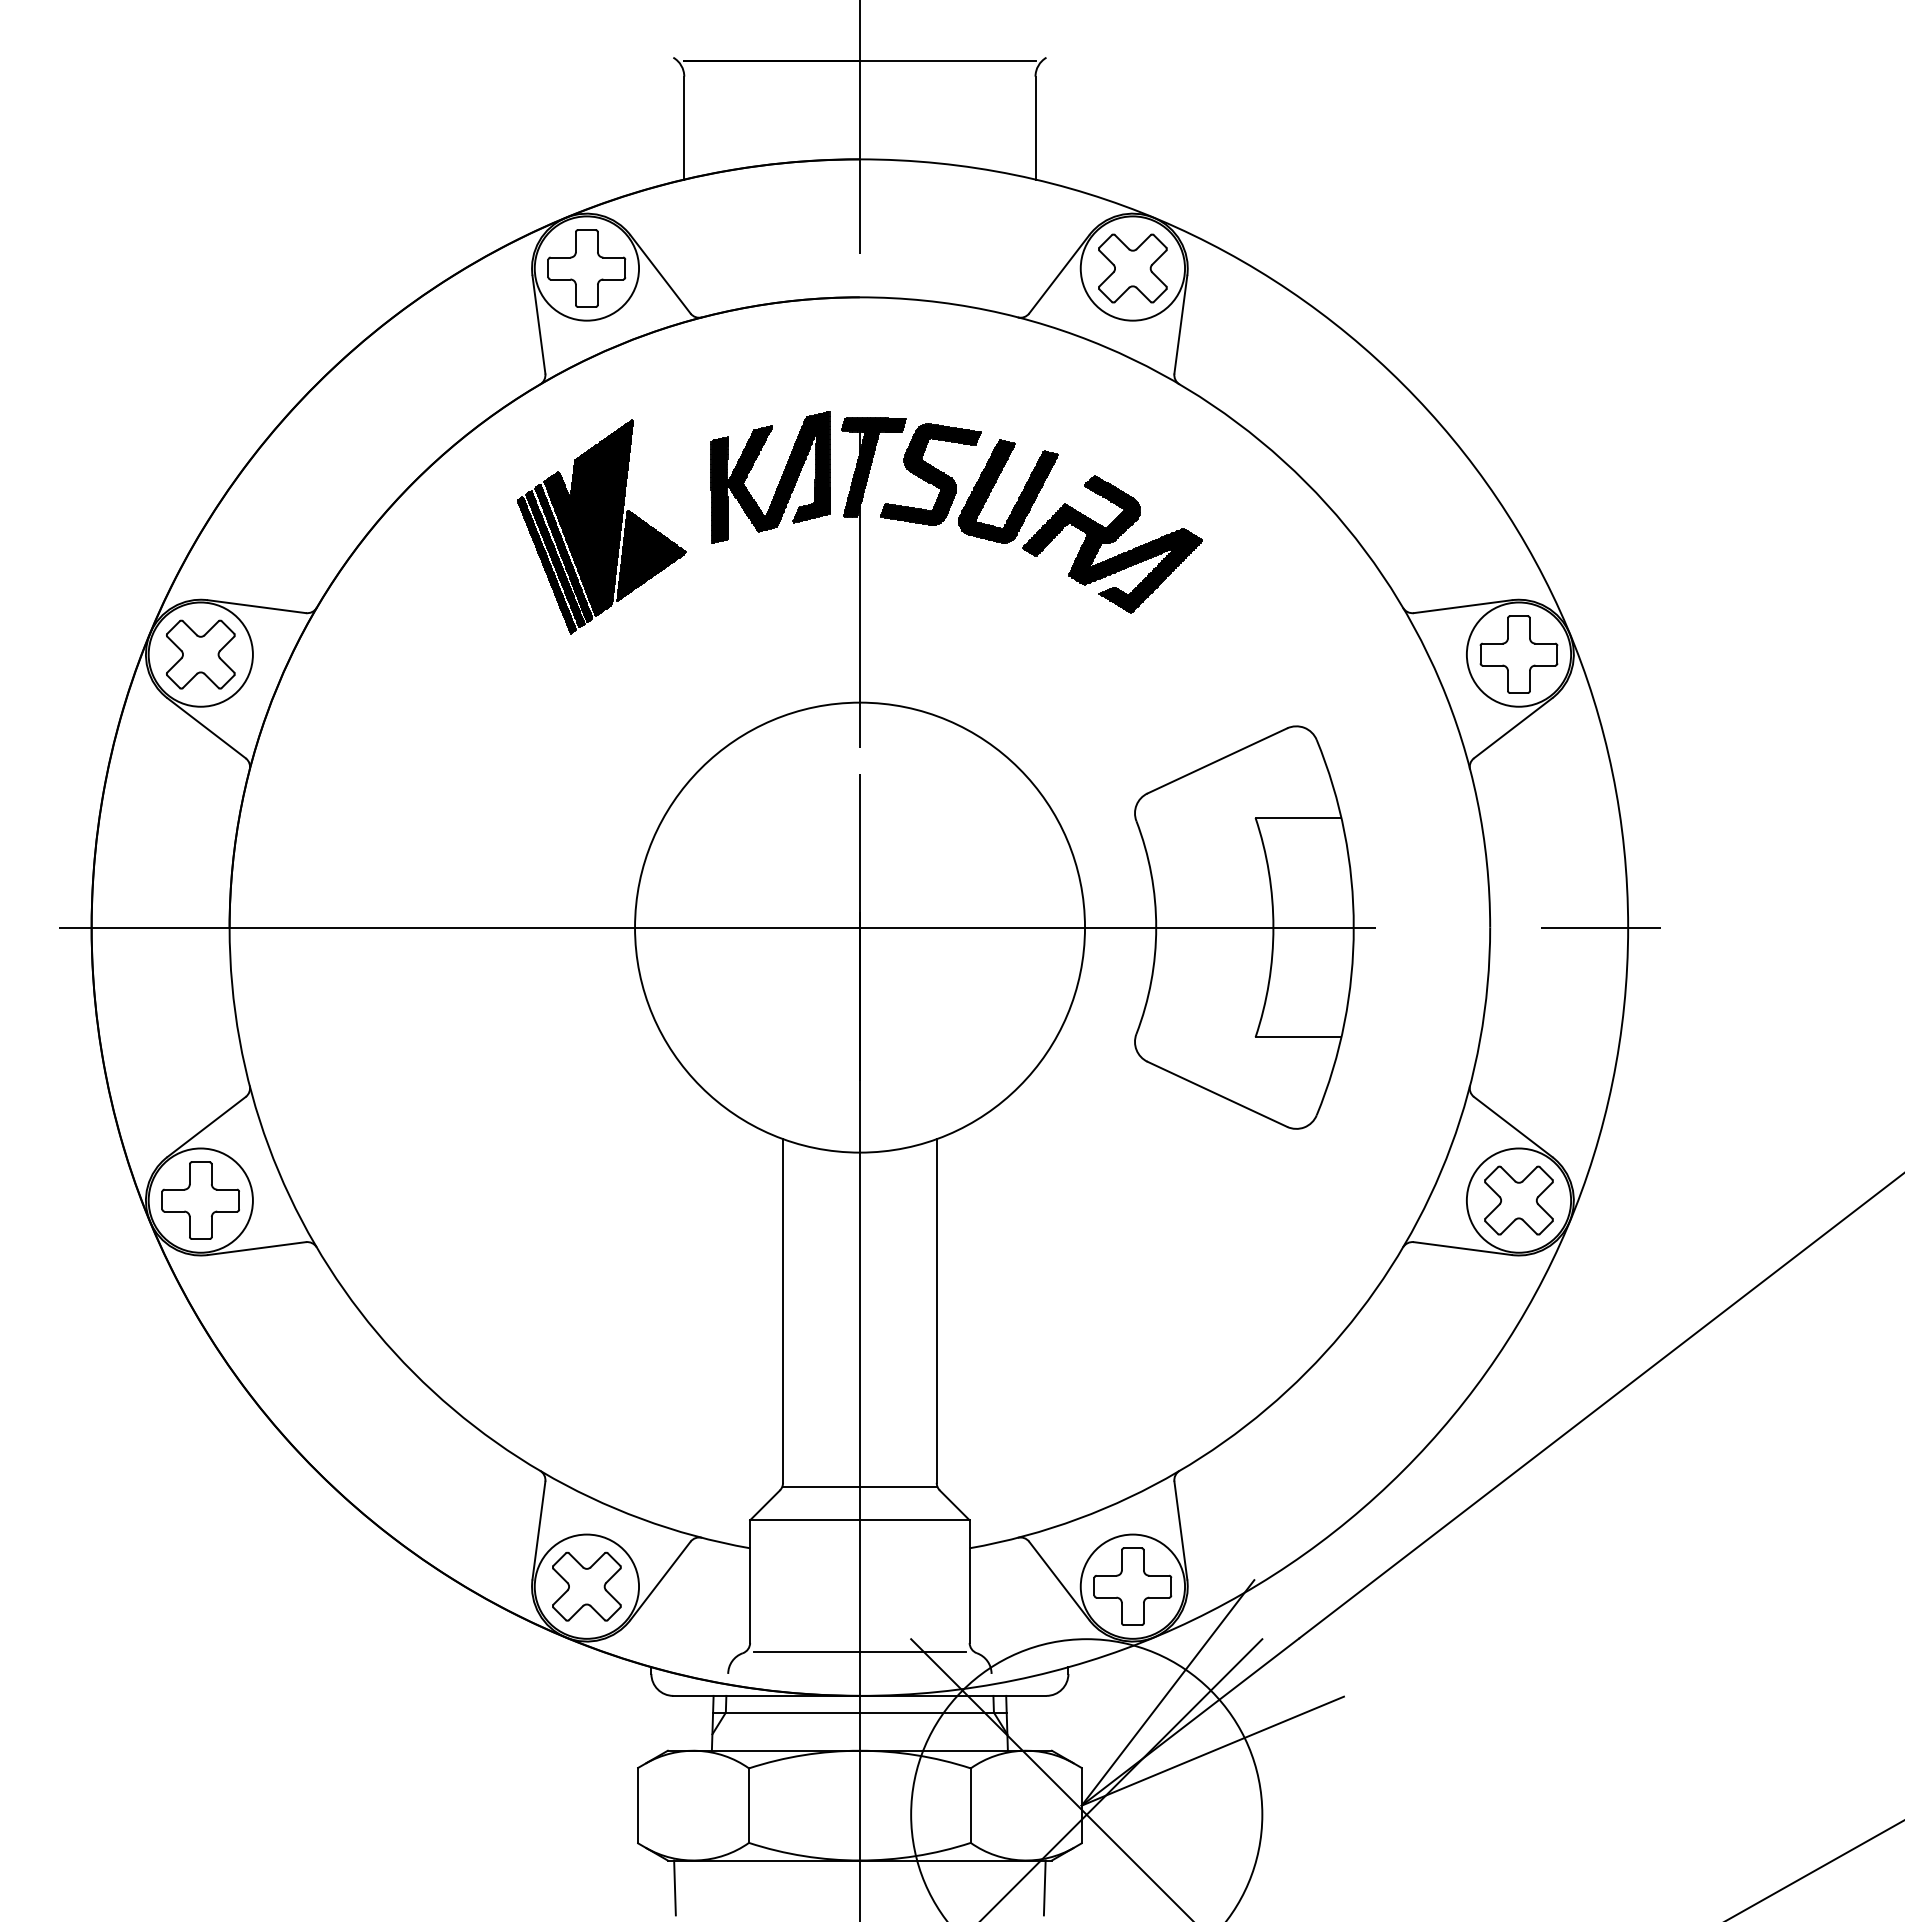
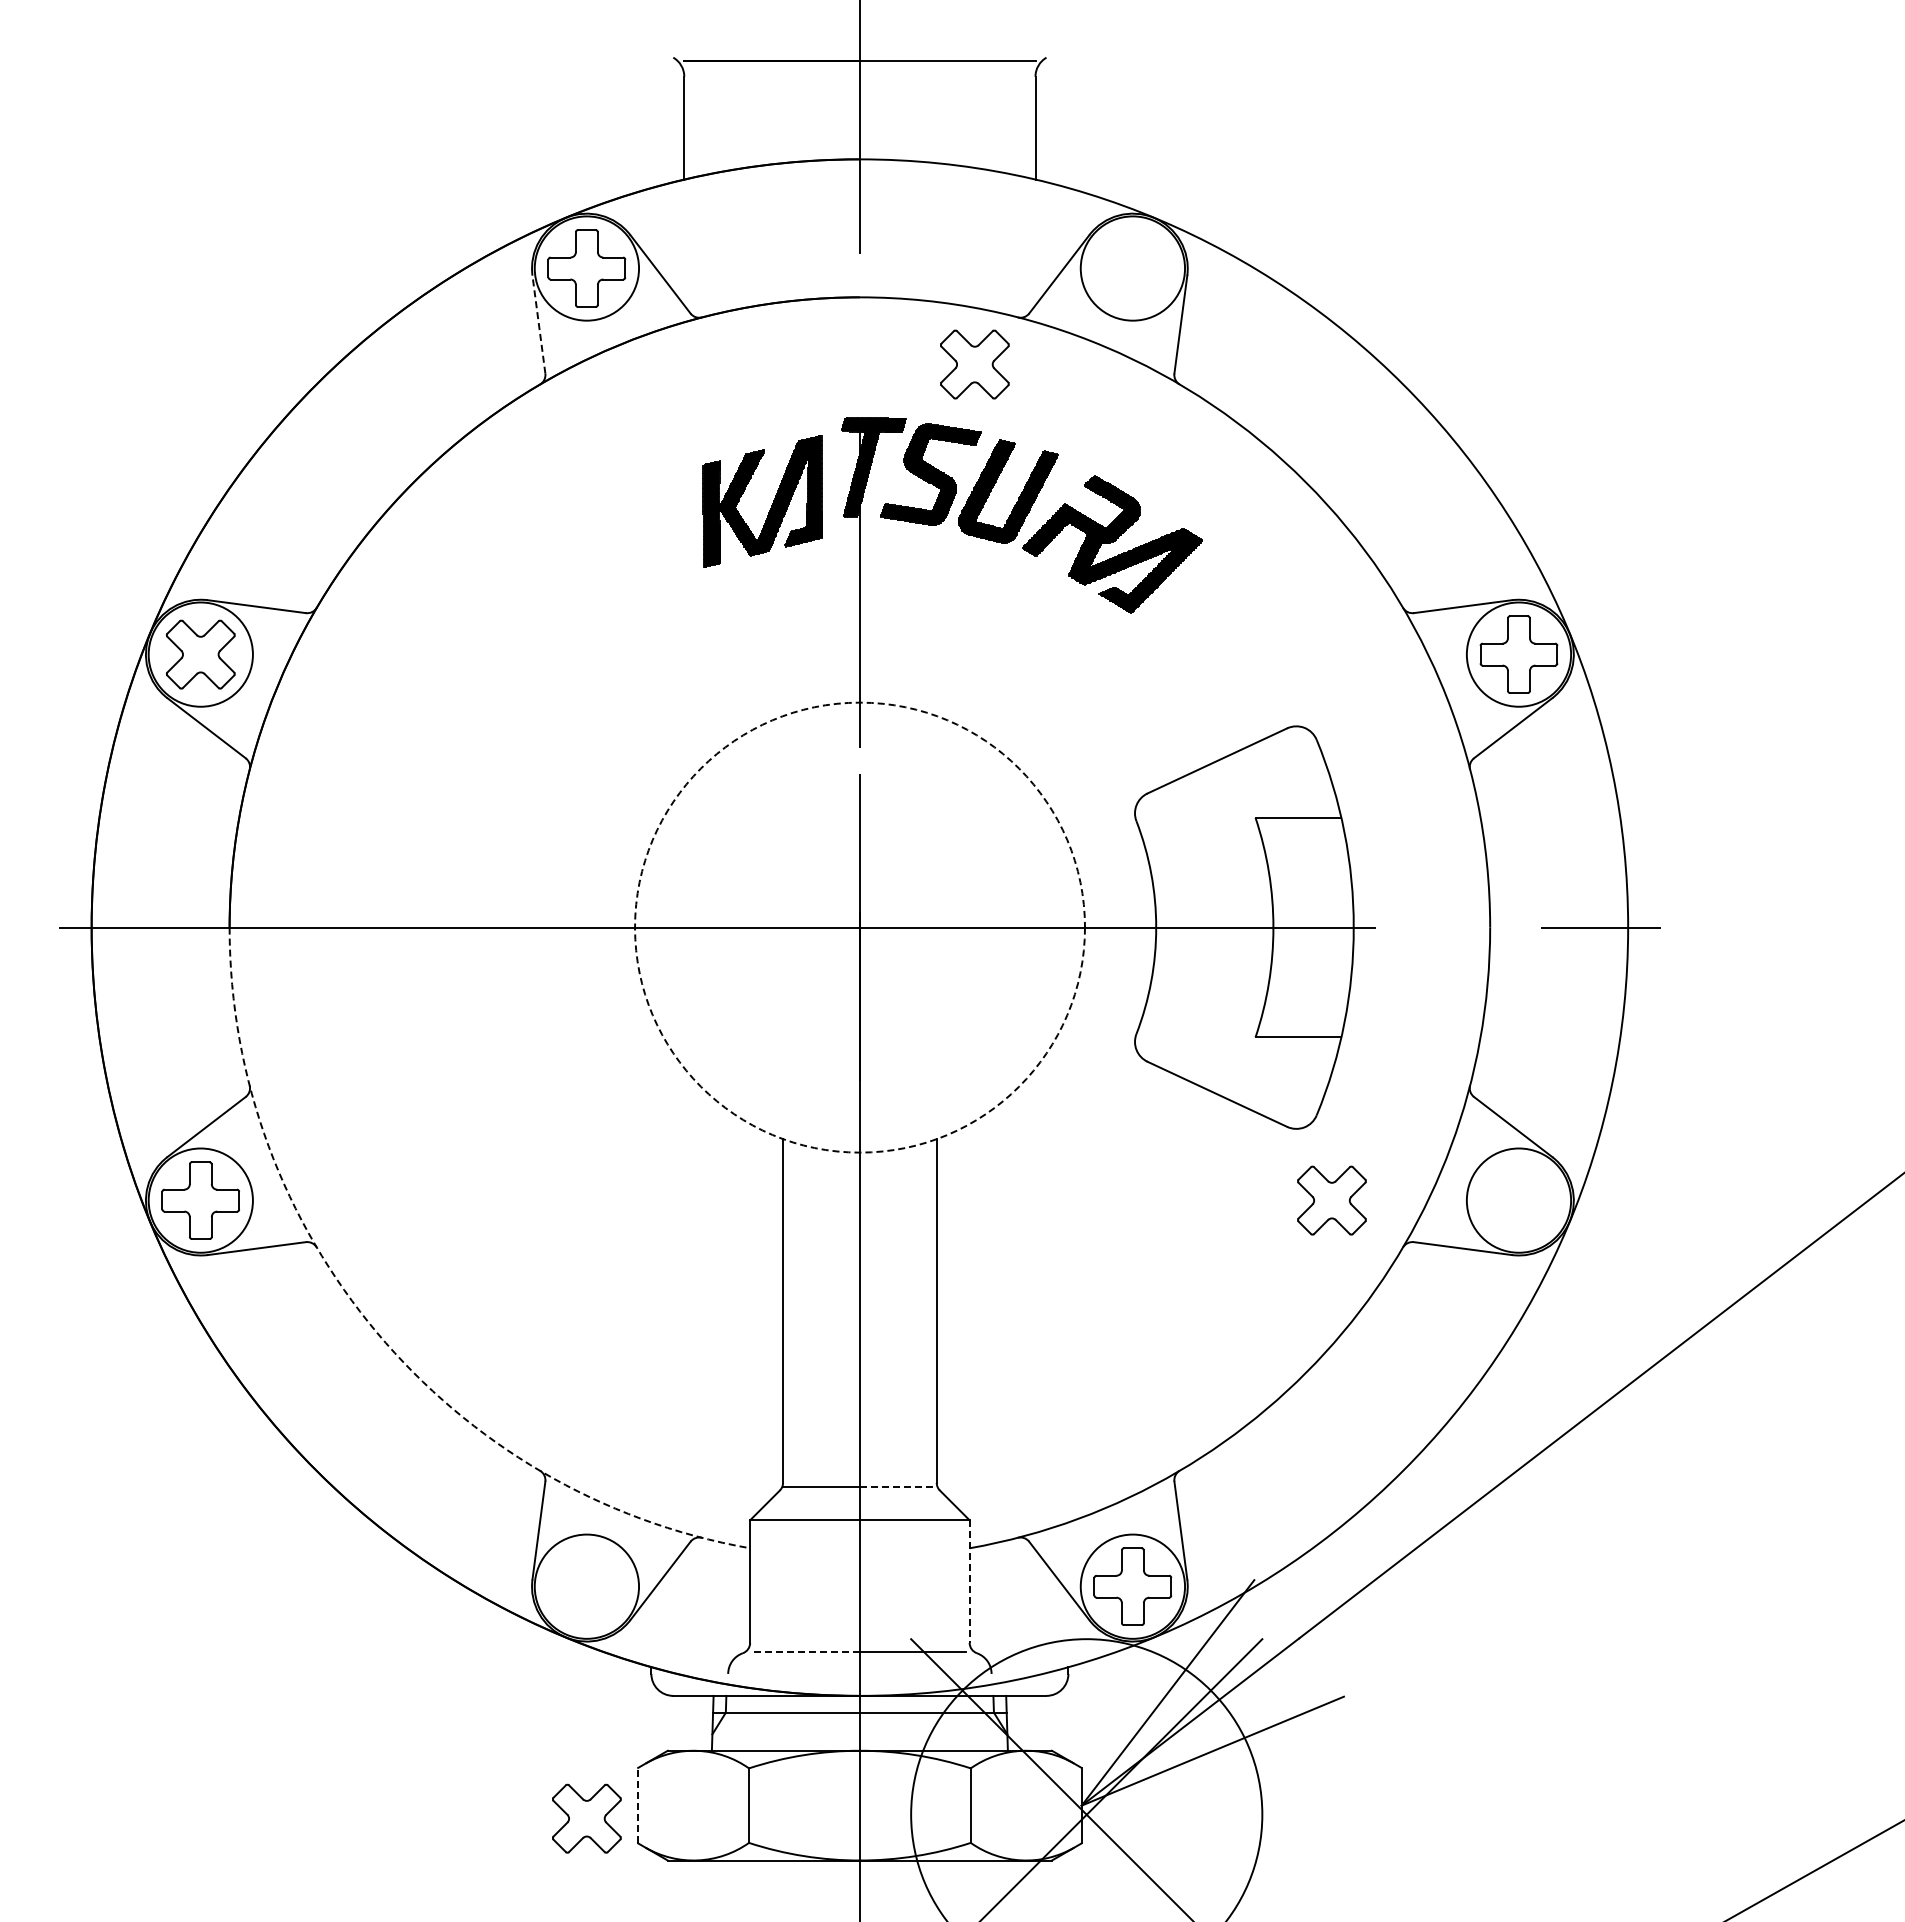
part at (1132, 268) position: (1132, 268) -> (974, 364)
line at (538, 324): solid -> dashed
part at (779, 481) position: (779, 481) -> (771, 505)
part at (601, 526): present -> none
circle at (860, 927): solid -> dashed
part at (1518, 1200) position: (1518, 1200) -> (1331, 1200)
arc at (376, 1332): solid -> dashed
line at (898, 1487): solid -> dashed
line at (969, 1582): solid -> dashed
part at (586, 1586) position: (586, 1586) -> (586, 1818)
line at (806, 1651): solid -> dashed
line at (638, 1805): solid -> dashed
line at (674, 1887): present -> none
line at (1044, 1887): present -> none
